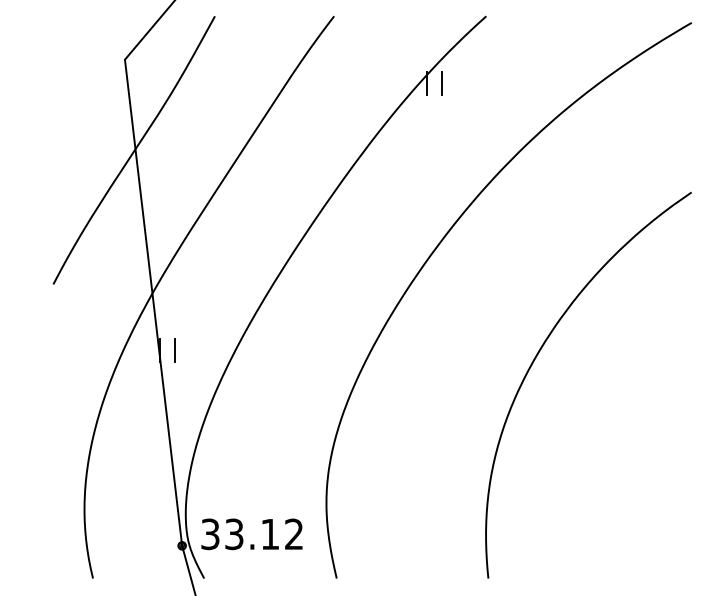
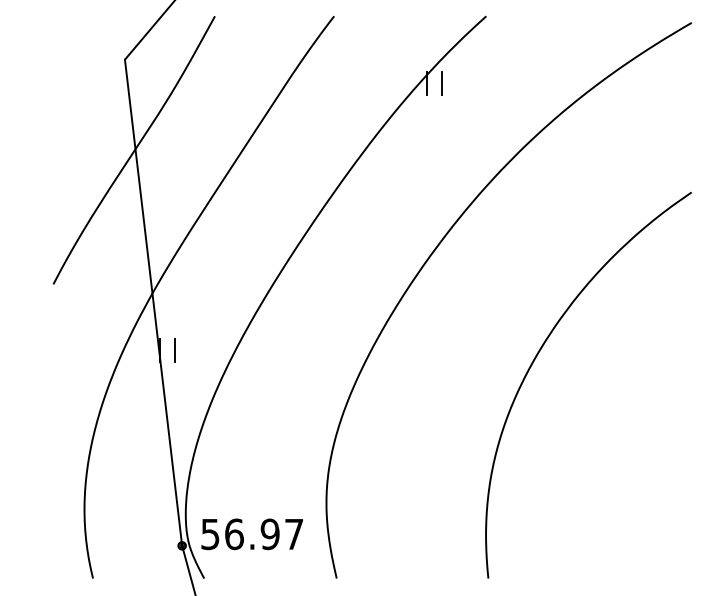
text at (252, 534): 33.12 -> 56.97
